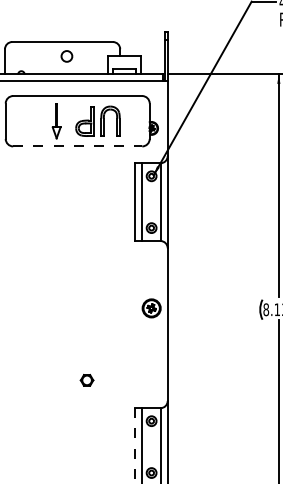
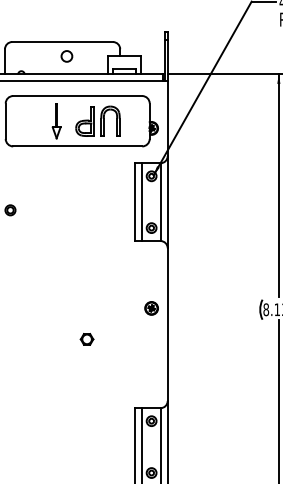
line at (77, 146): dashed -> solid
part at (10, 210): none -> present
part at (151, 308) size: 21x21 px -> 15x15 px
part at (86, 380) position: (86, 380) -> (86, 339)
line at (135, 446): dashed -> solid
